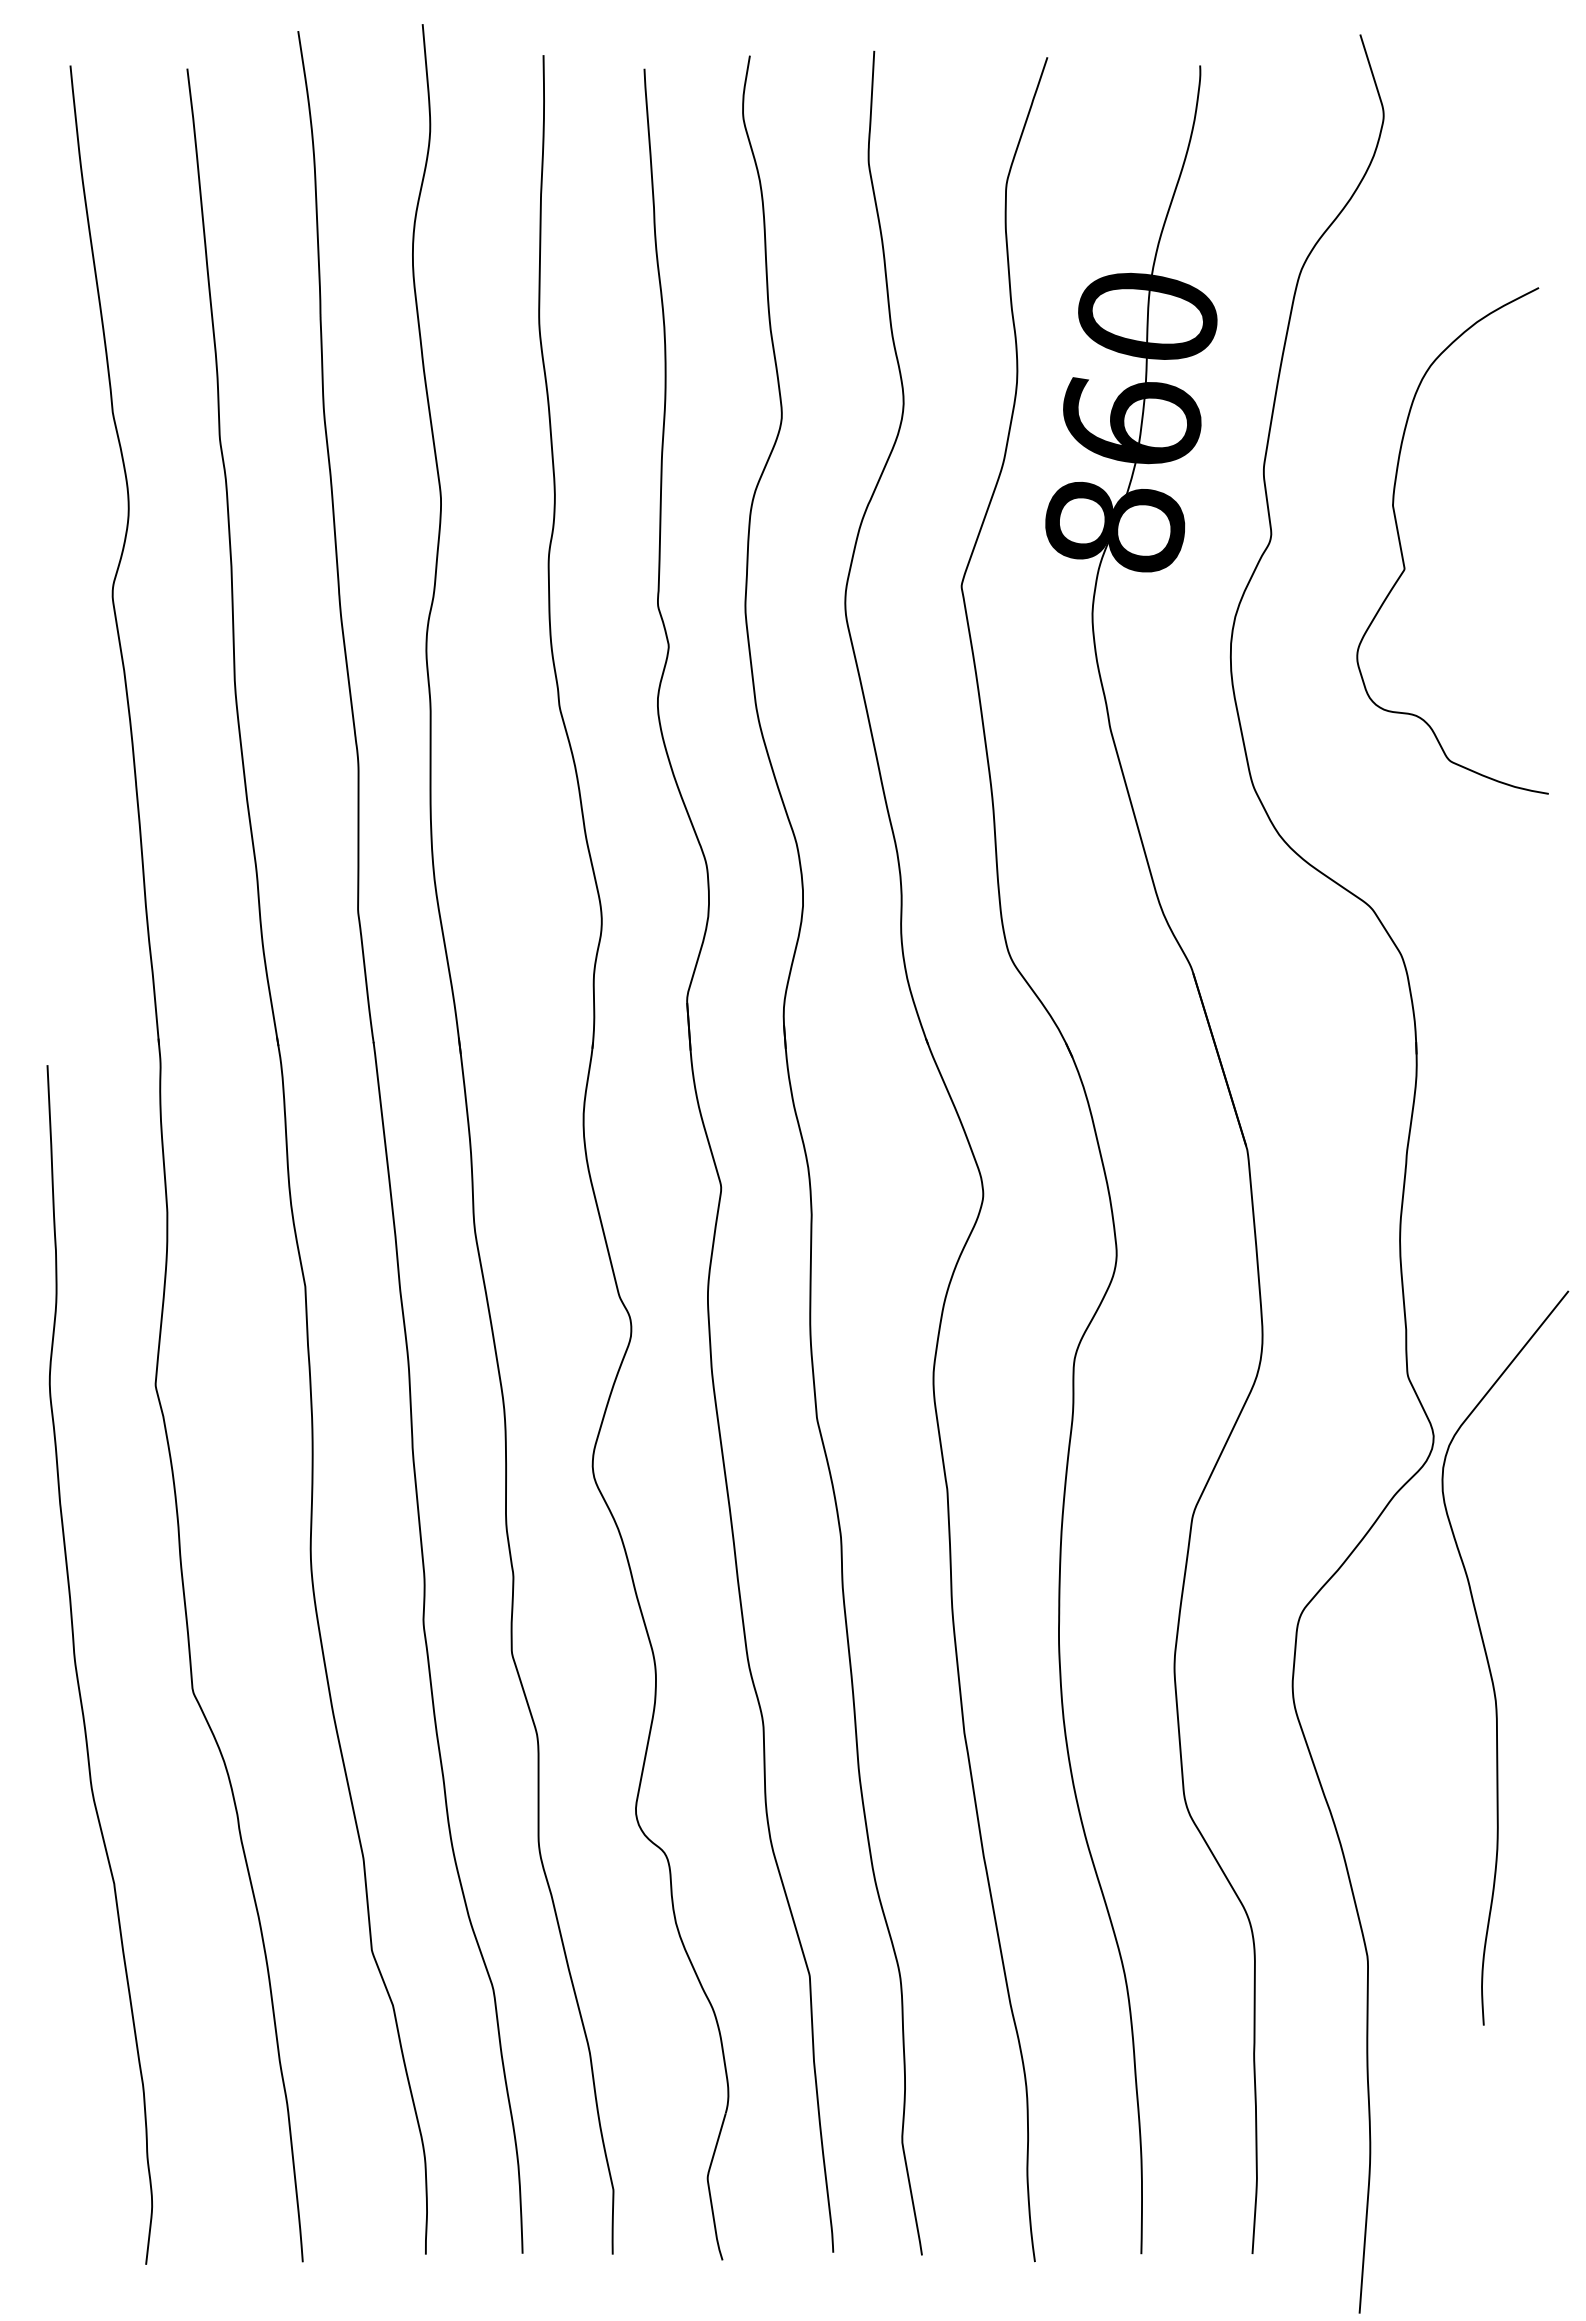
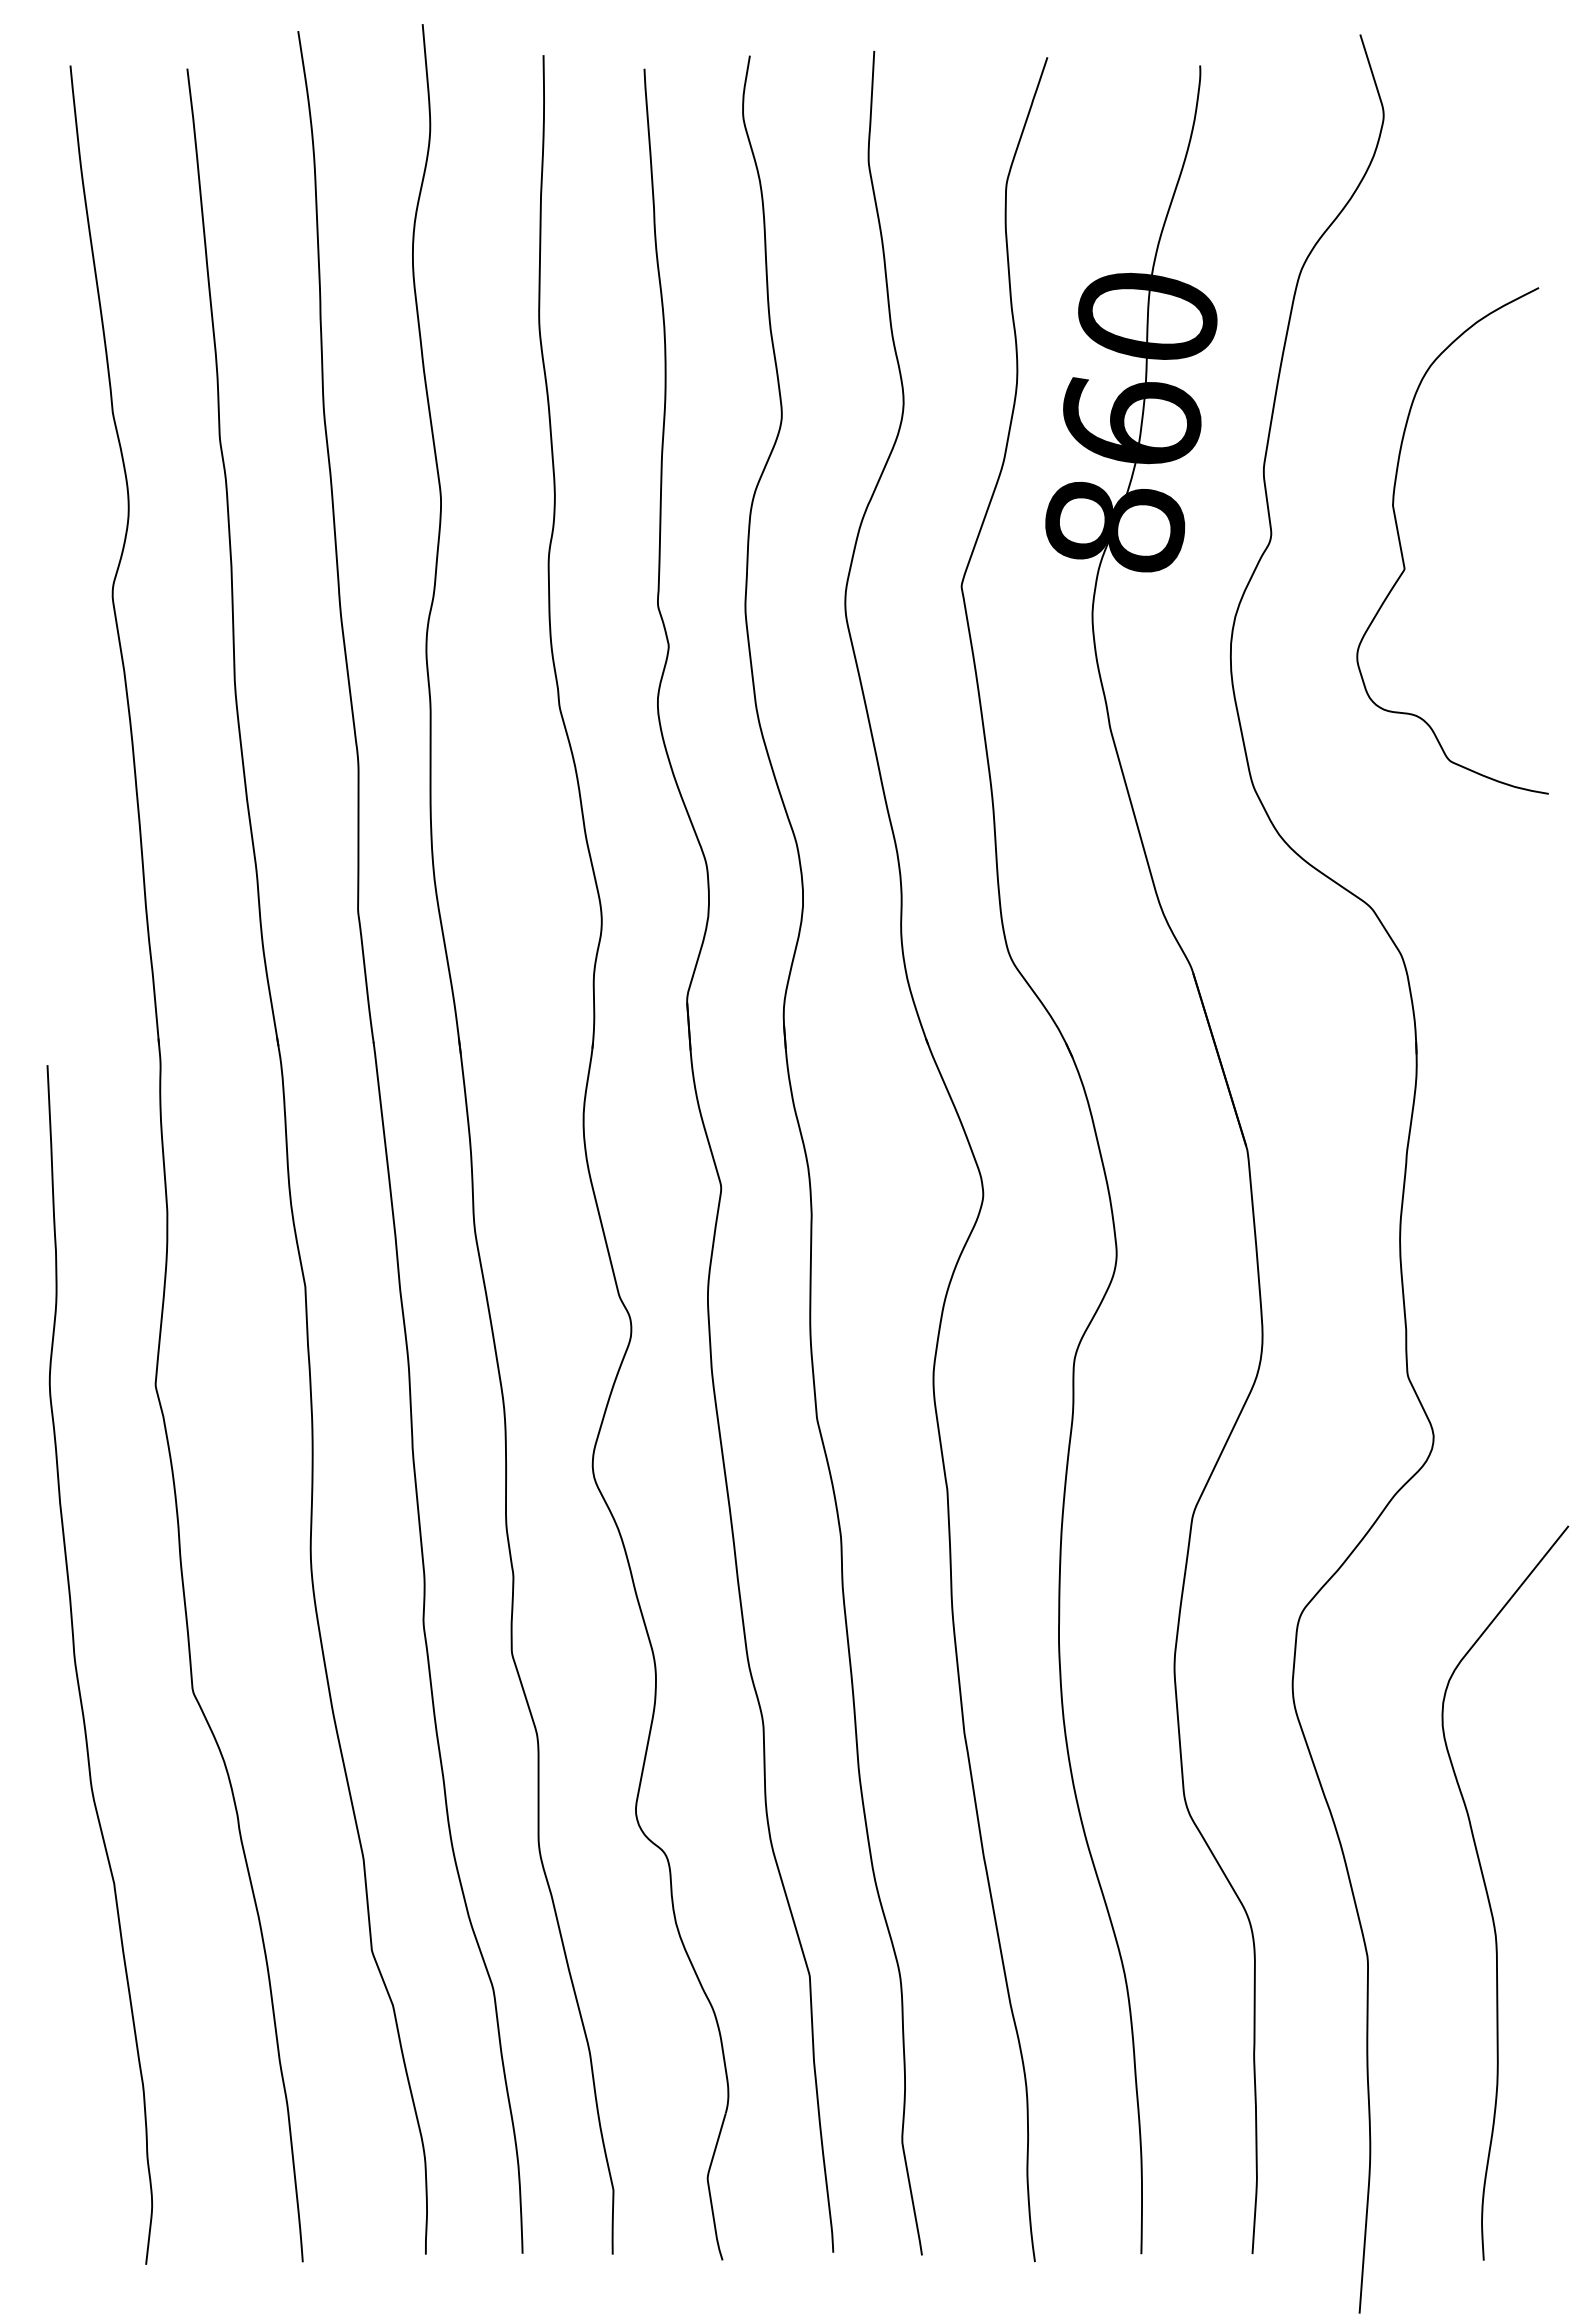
curve at (1488, 1658) position: (1488, 1658) -> (1488, 1893)
